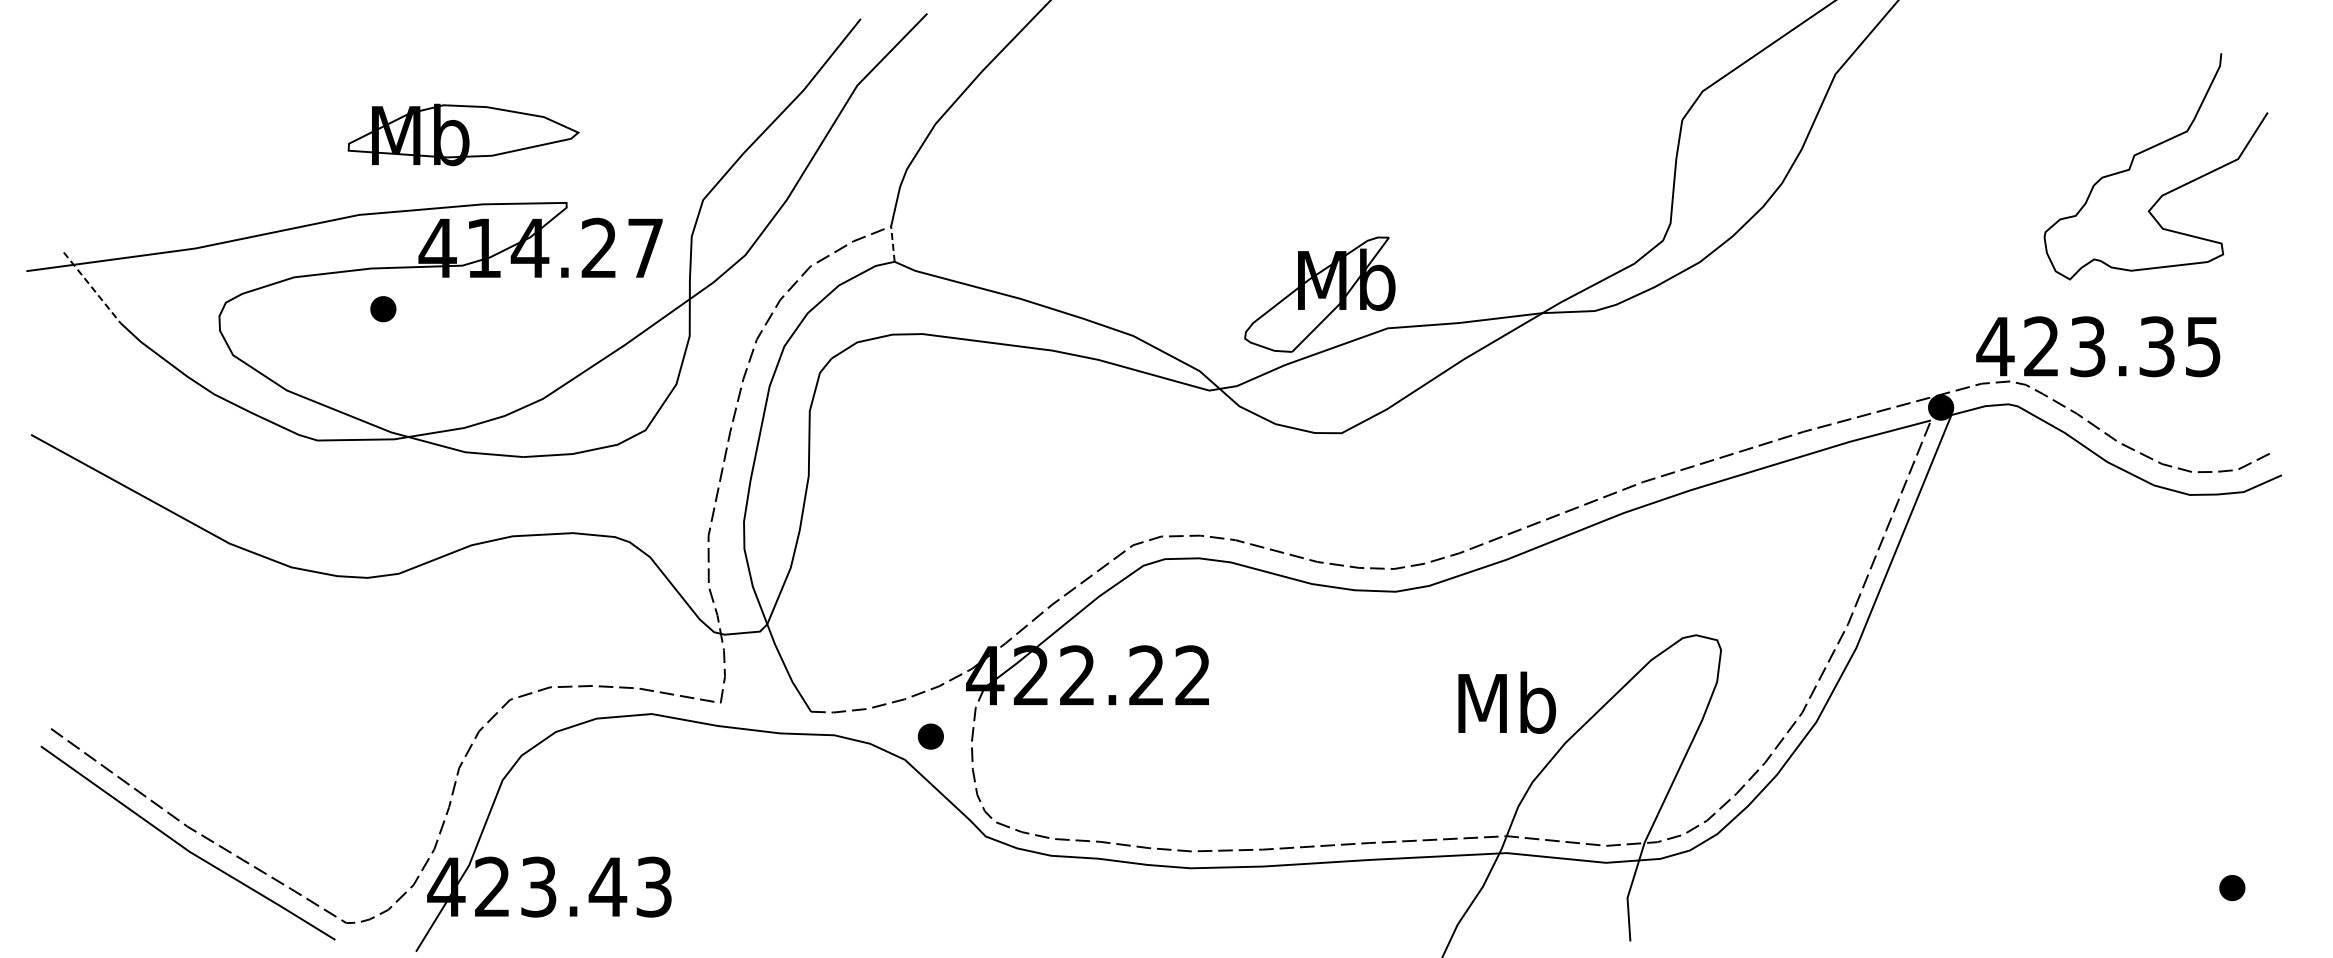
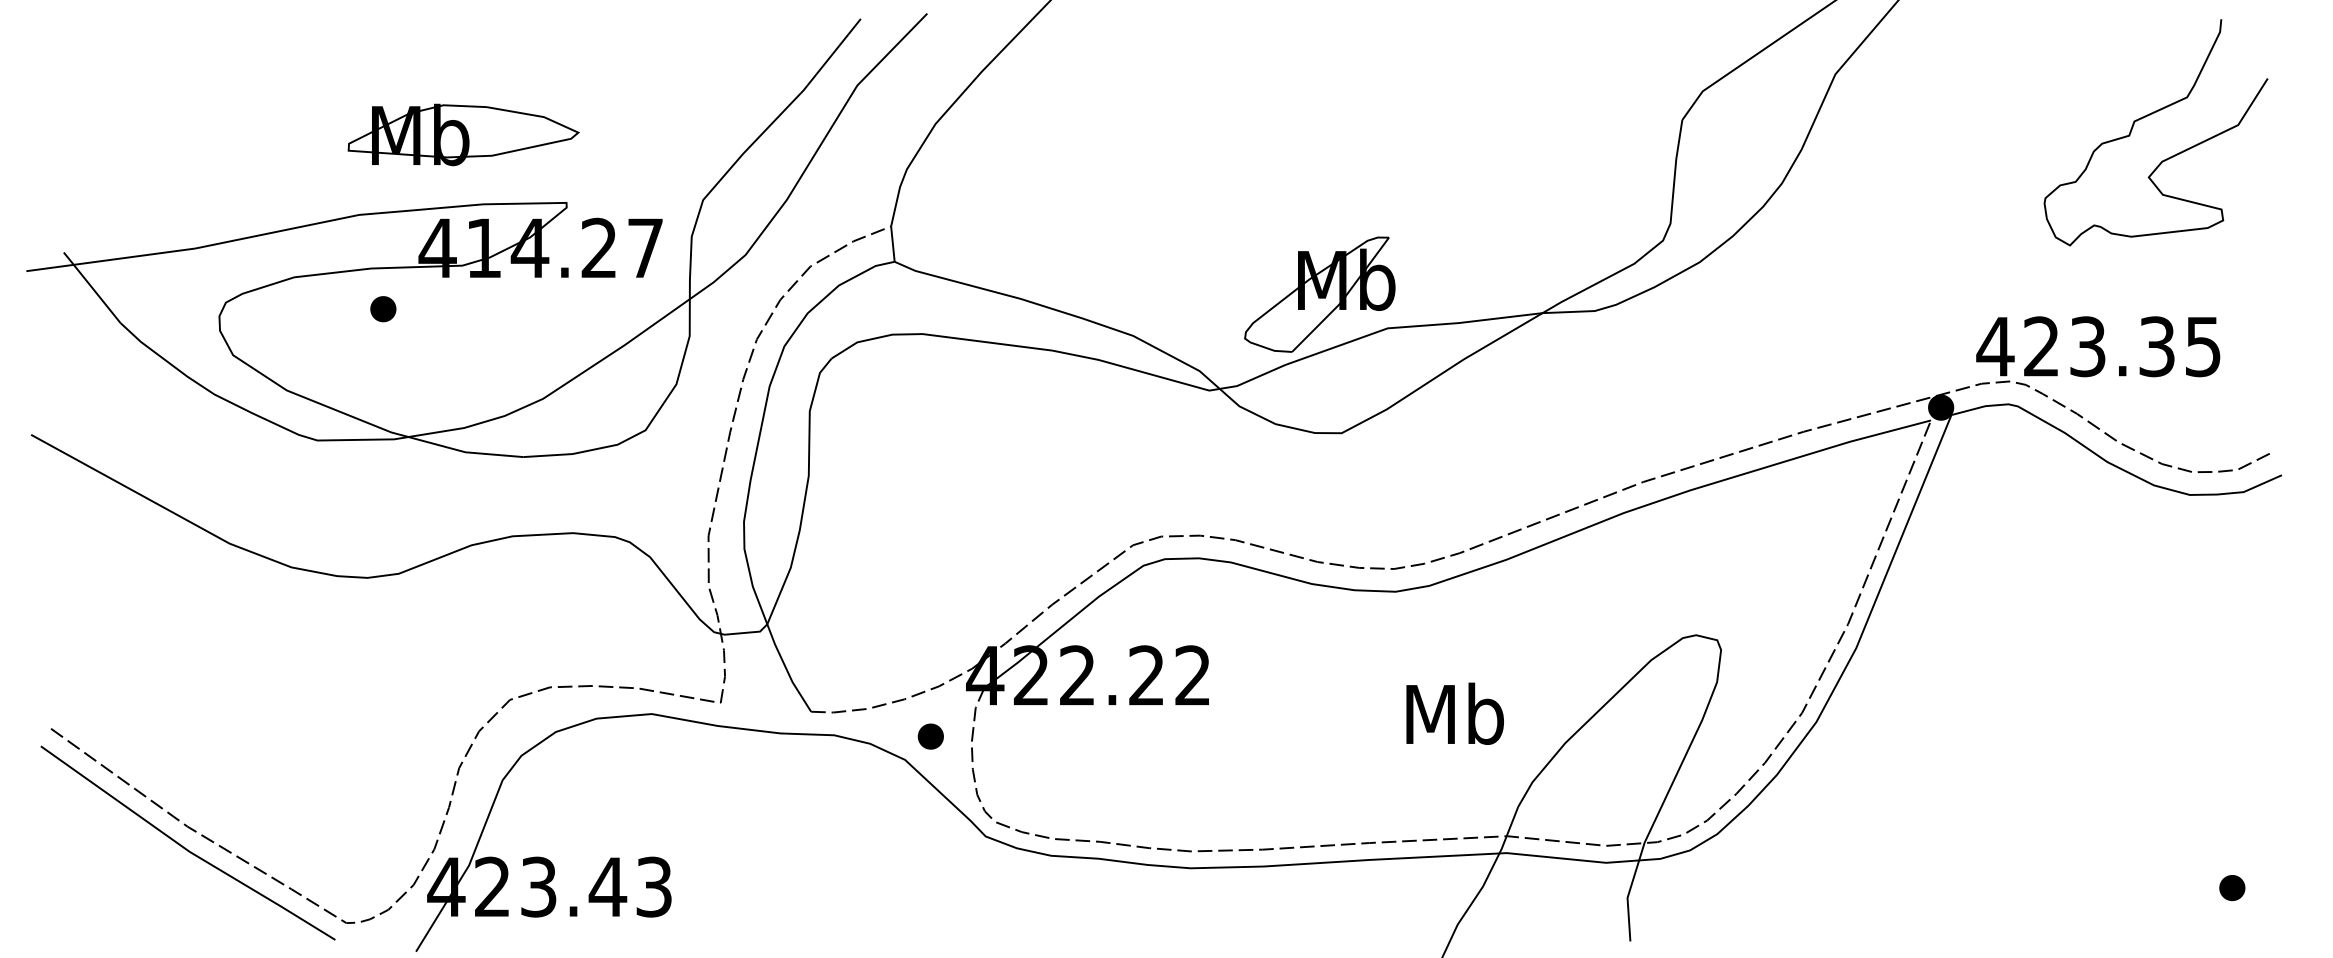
curve at (2148, 150) position: (2148, 150) -> (2148, 116)
line at (892, 244): dashed -> solid
line at (92, 288): dashed -> solid
text at (1506, 702) position: (1506, 702) -> (1454, 713)
